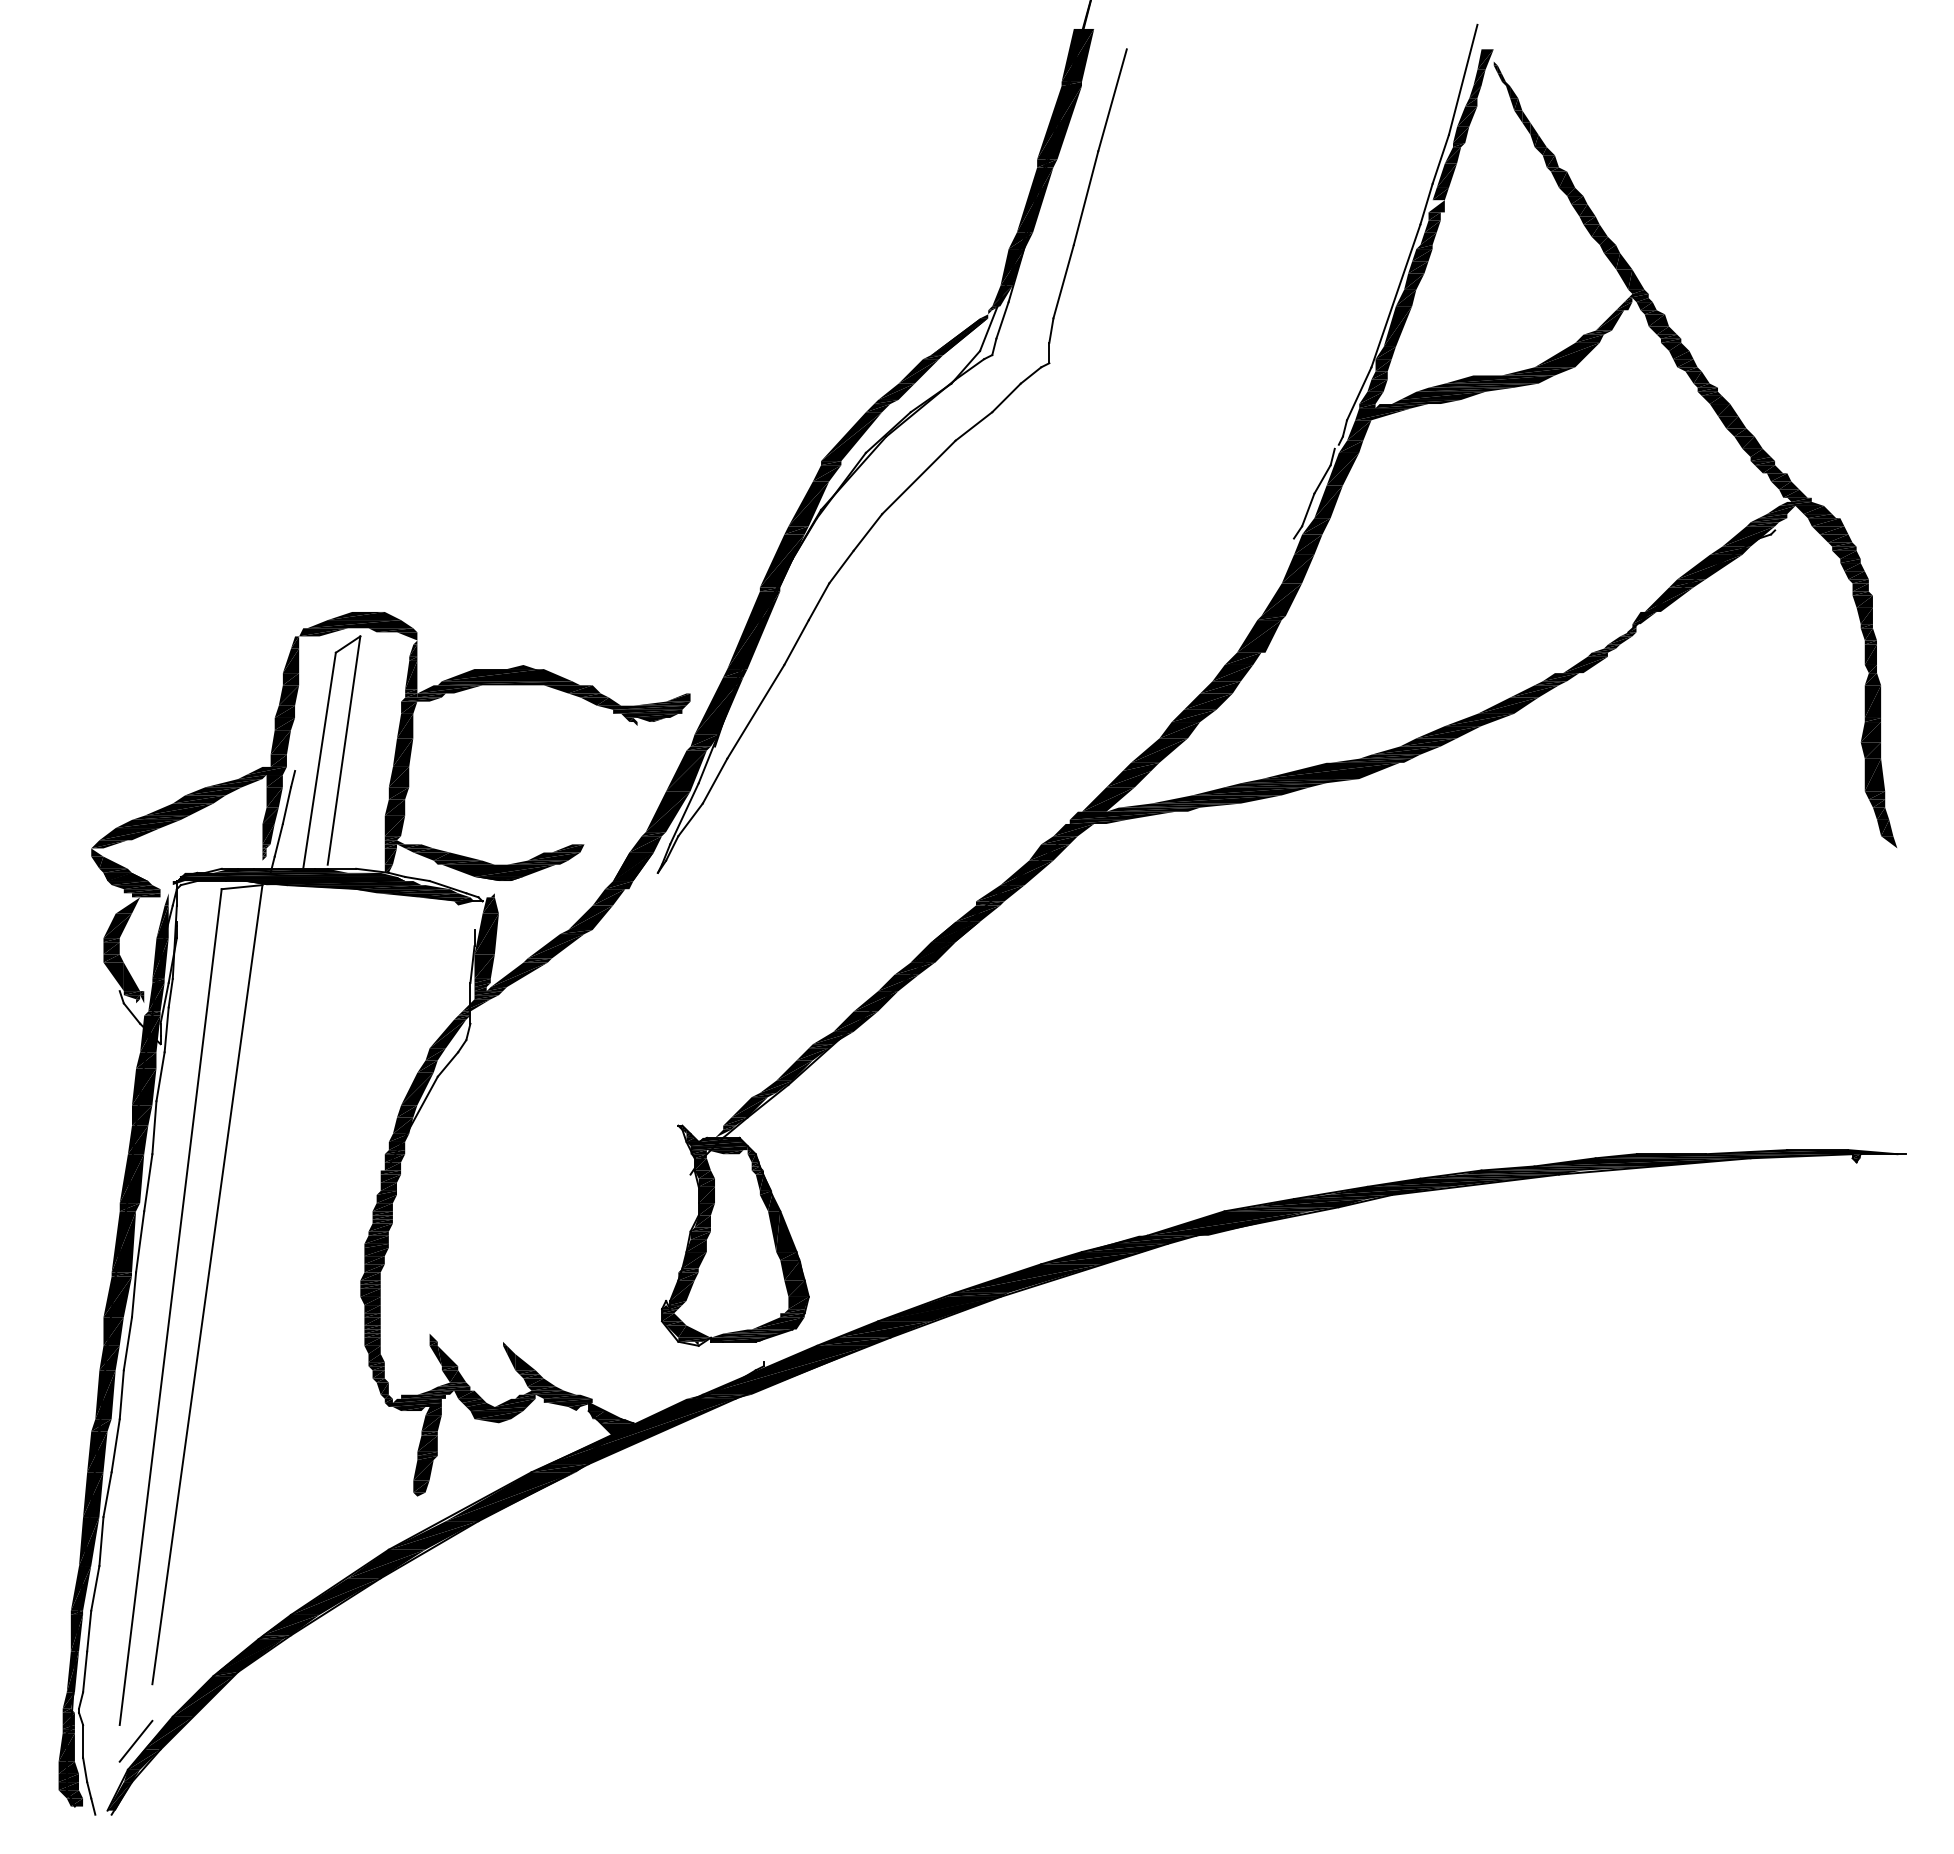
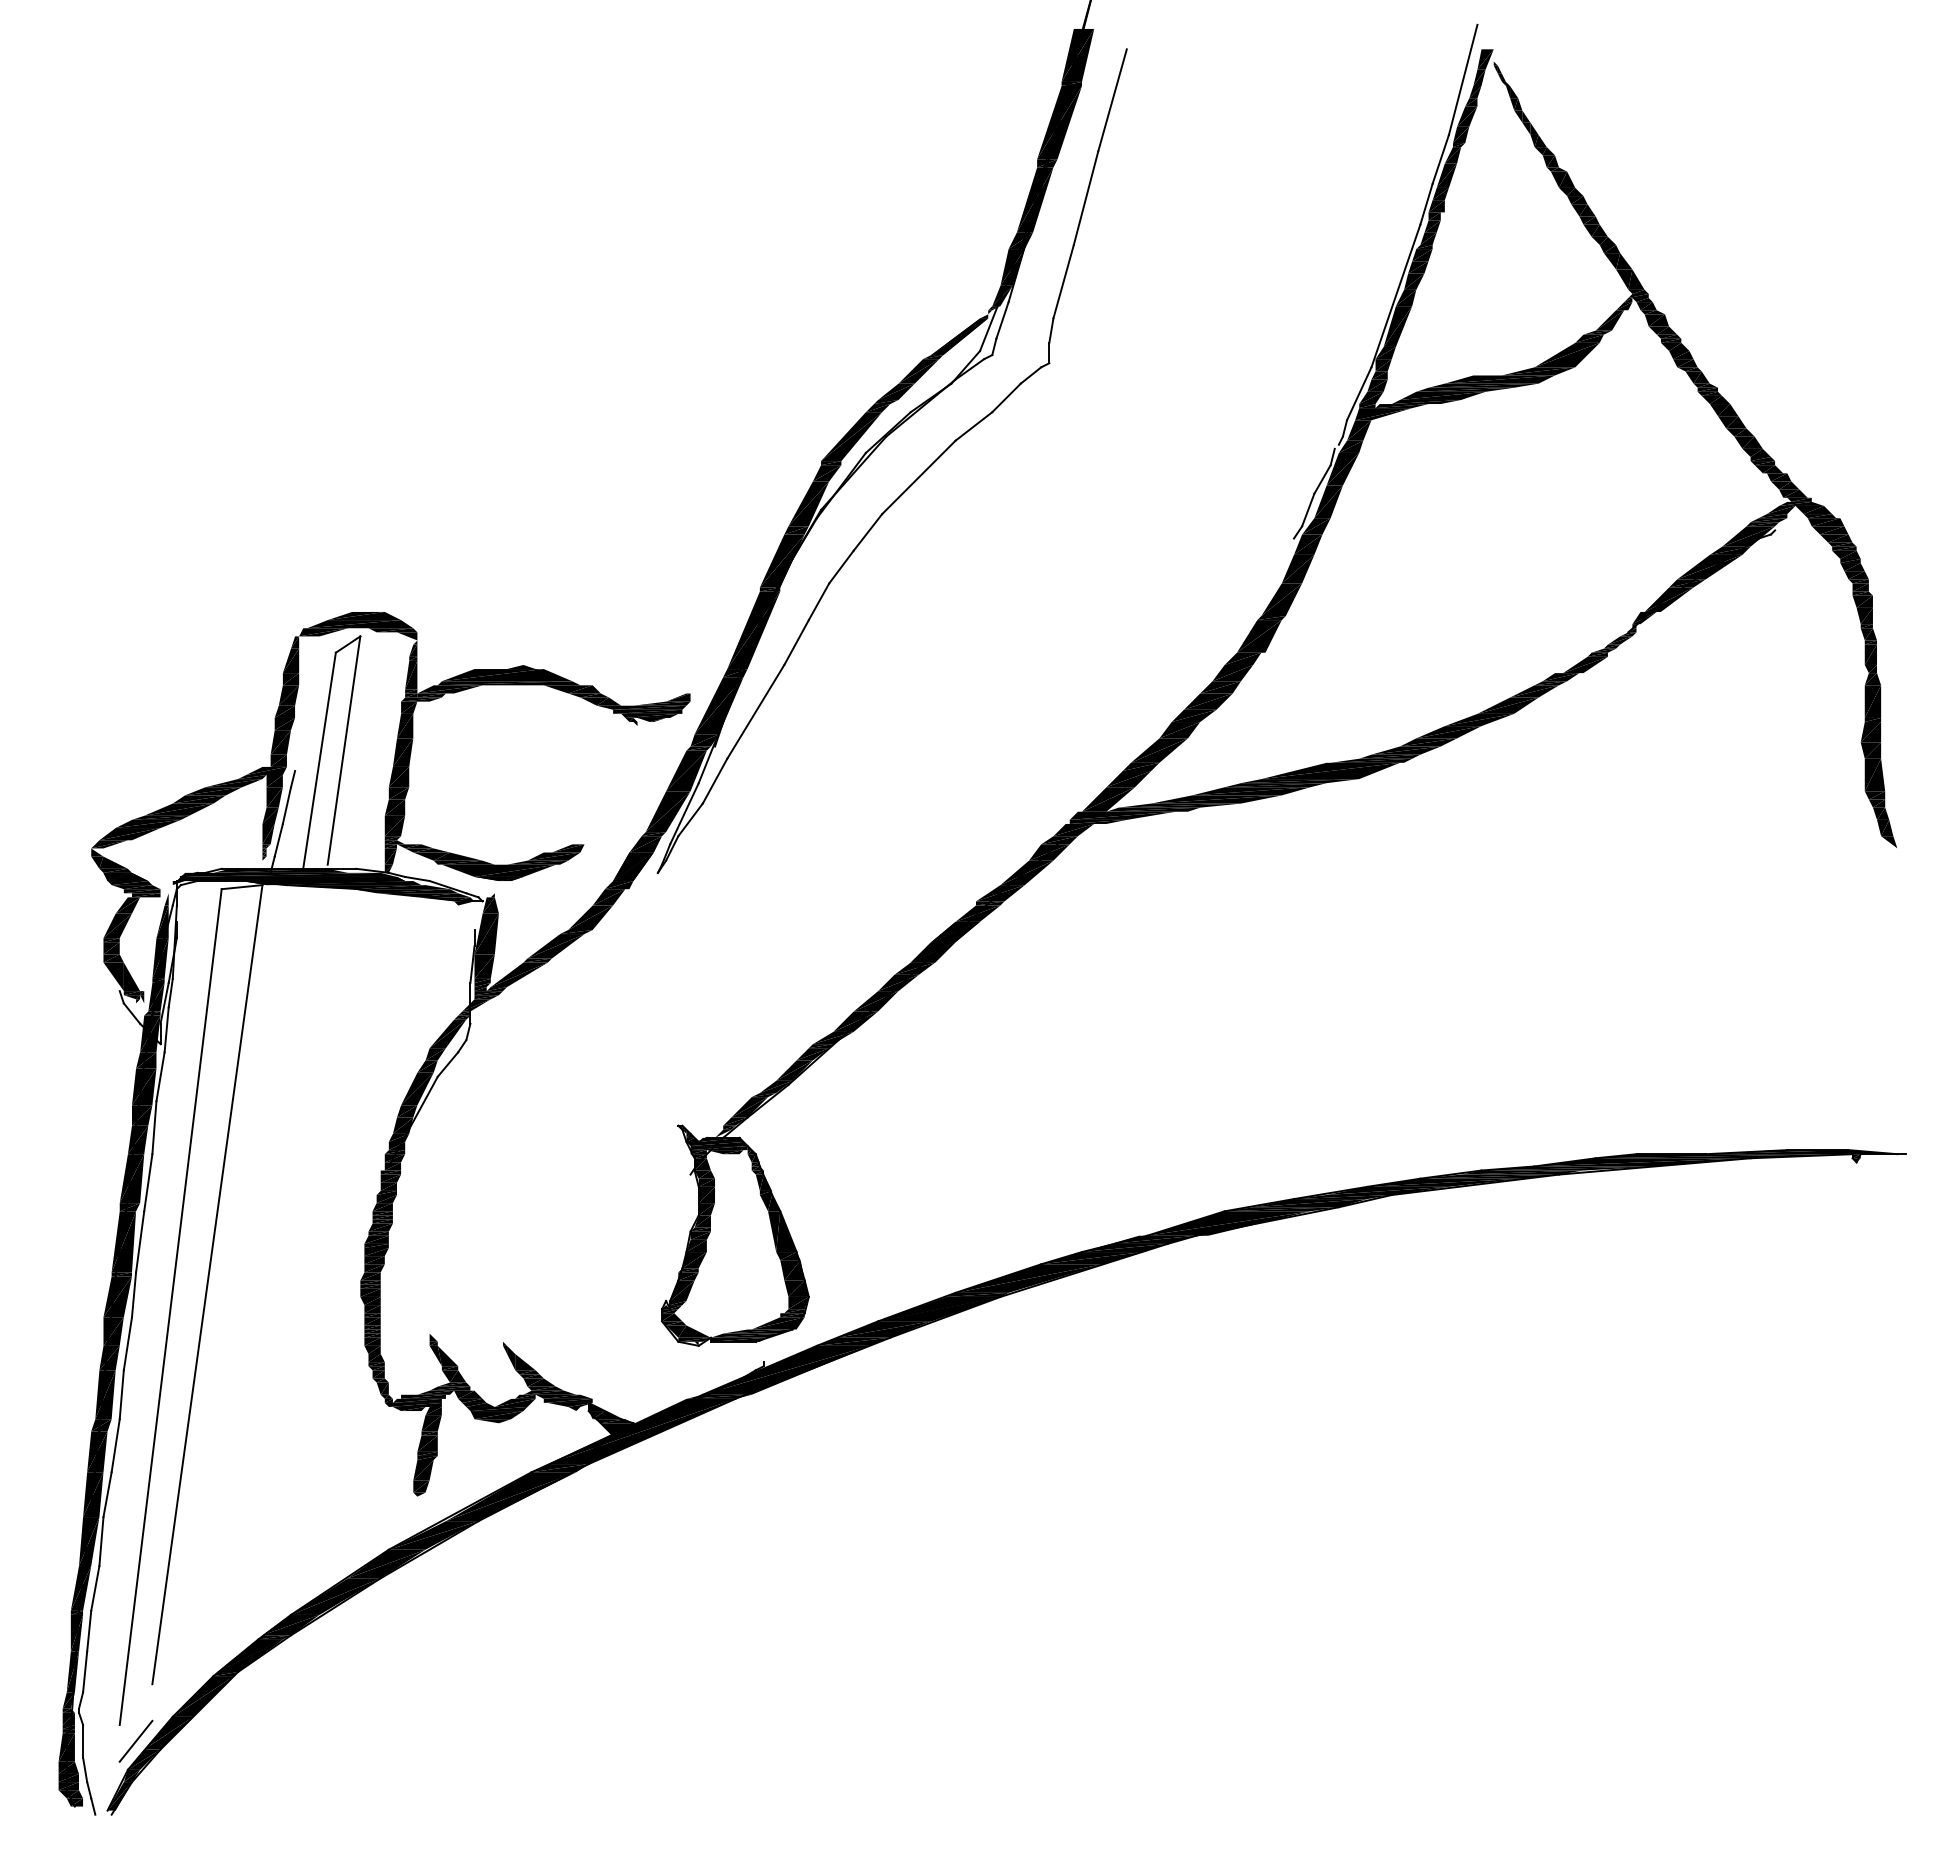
fill at (1436, 206): none -> present
fill at (127, 905): none -> present
